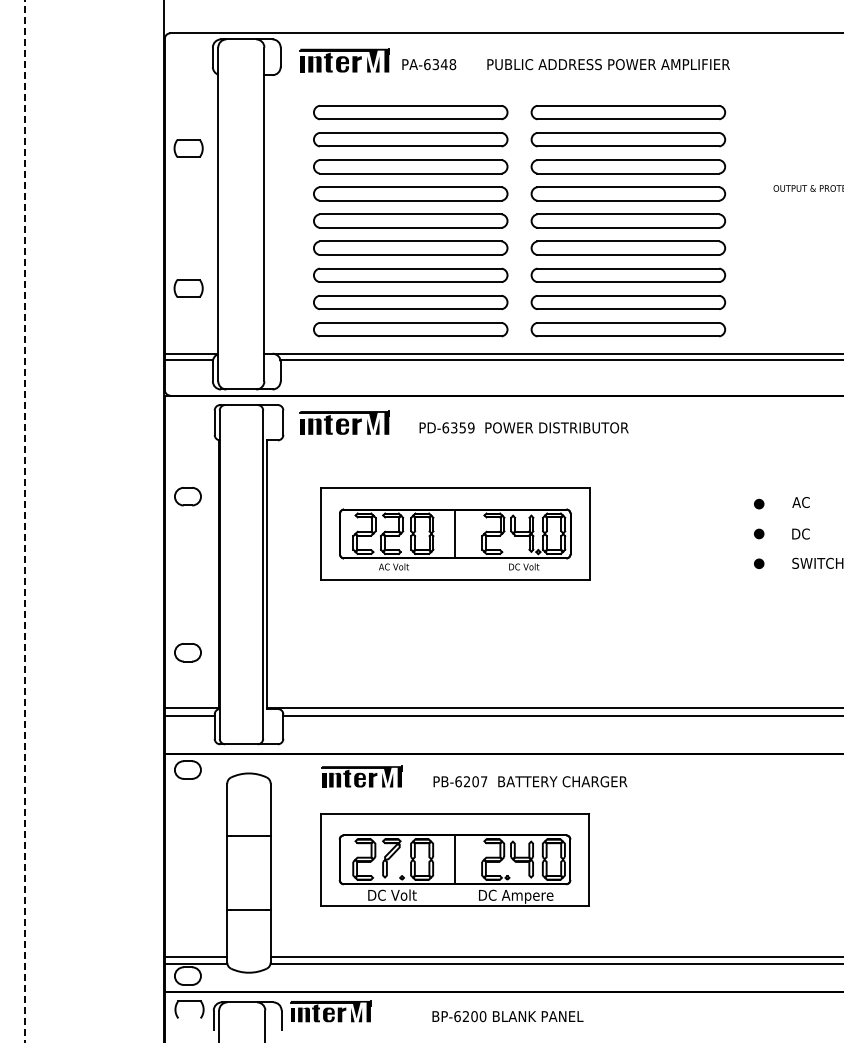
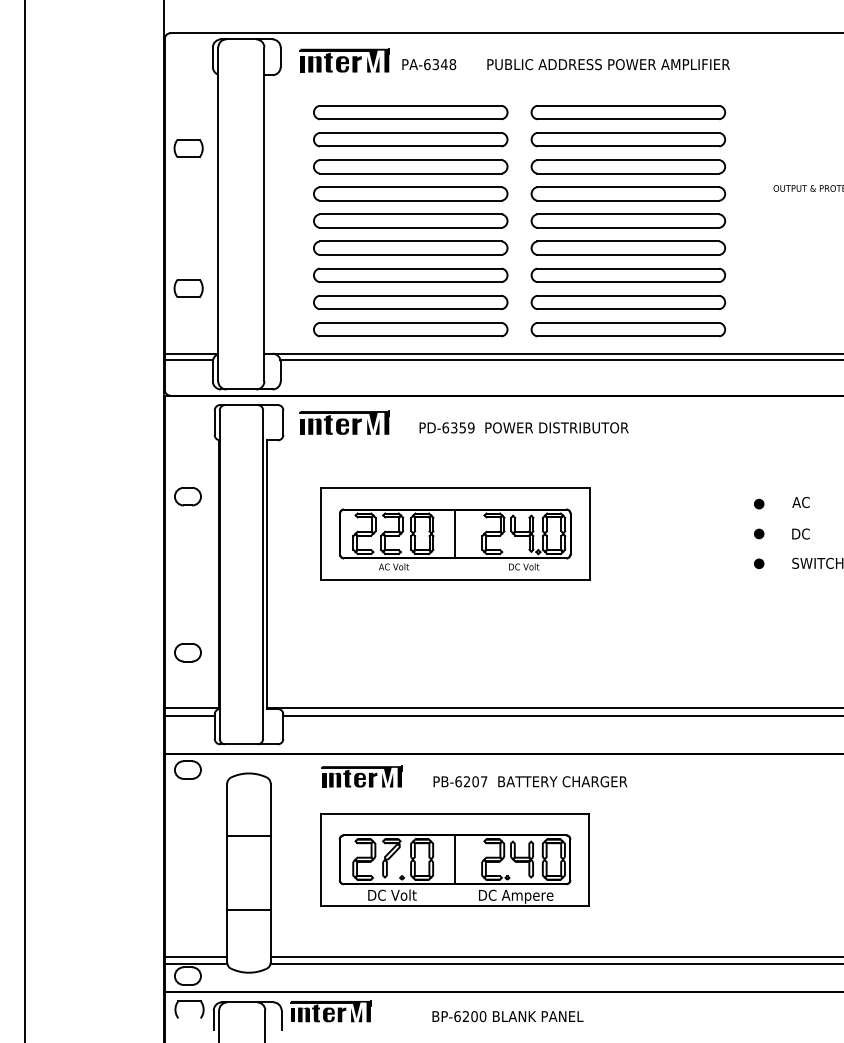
line at (25, 521): dashed -> solid
